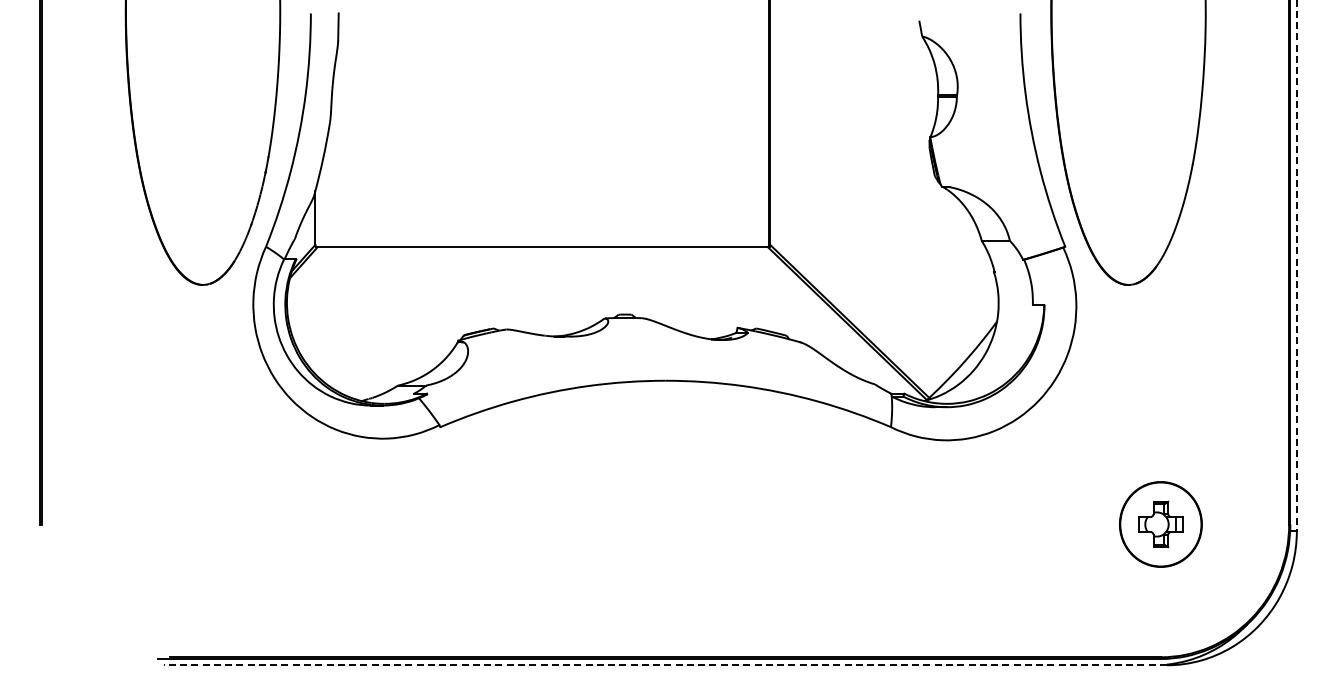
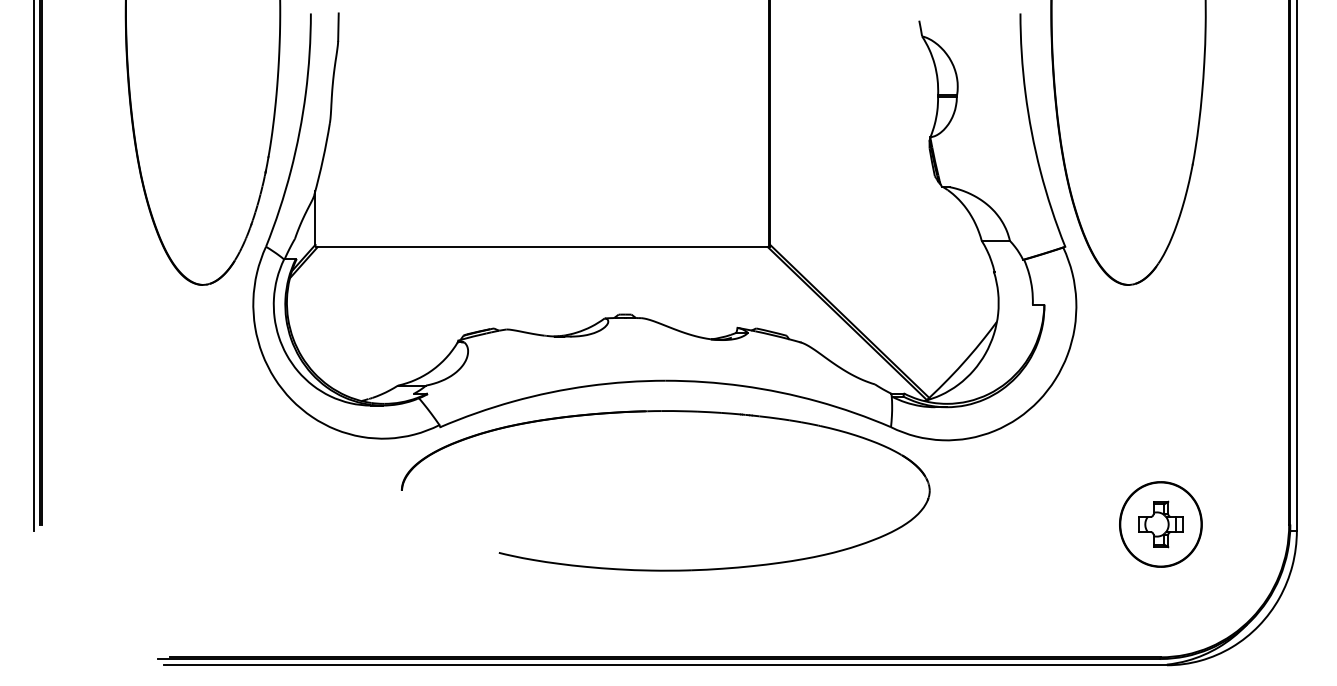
line at (34, 266): none -> present
line at (1296, 266): dashed -> solid
part at (665, 411): none -> present
line at (665, 665): dashed -> solid
